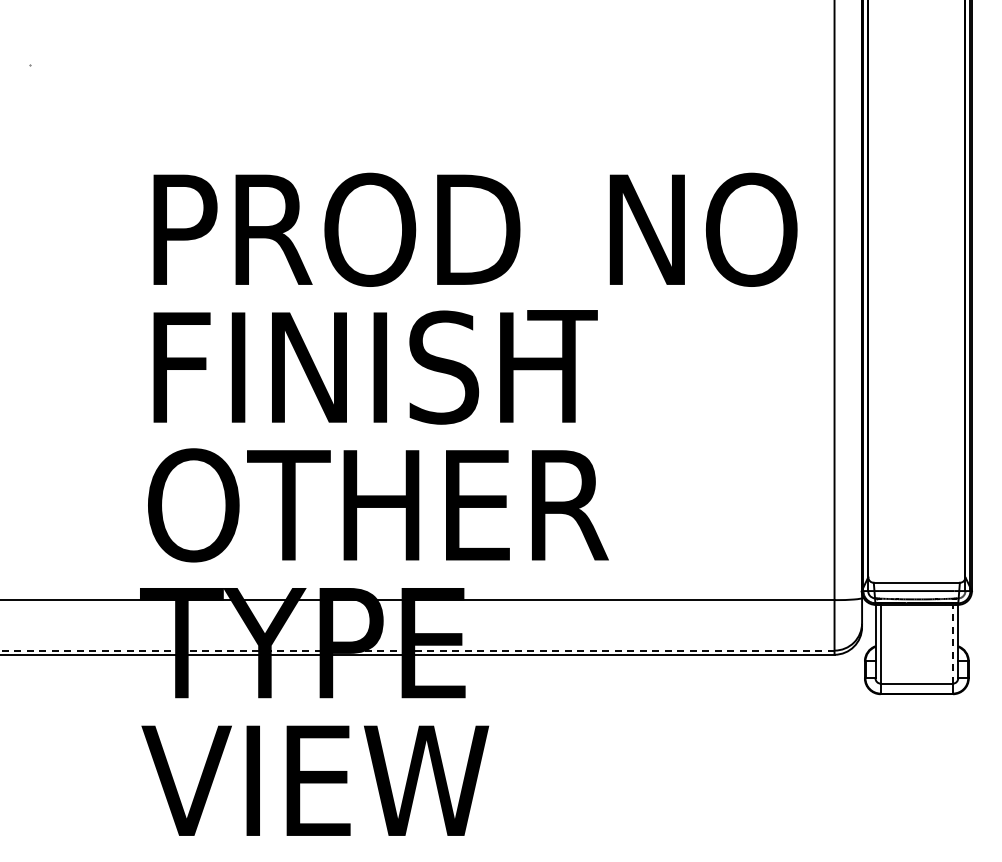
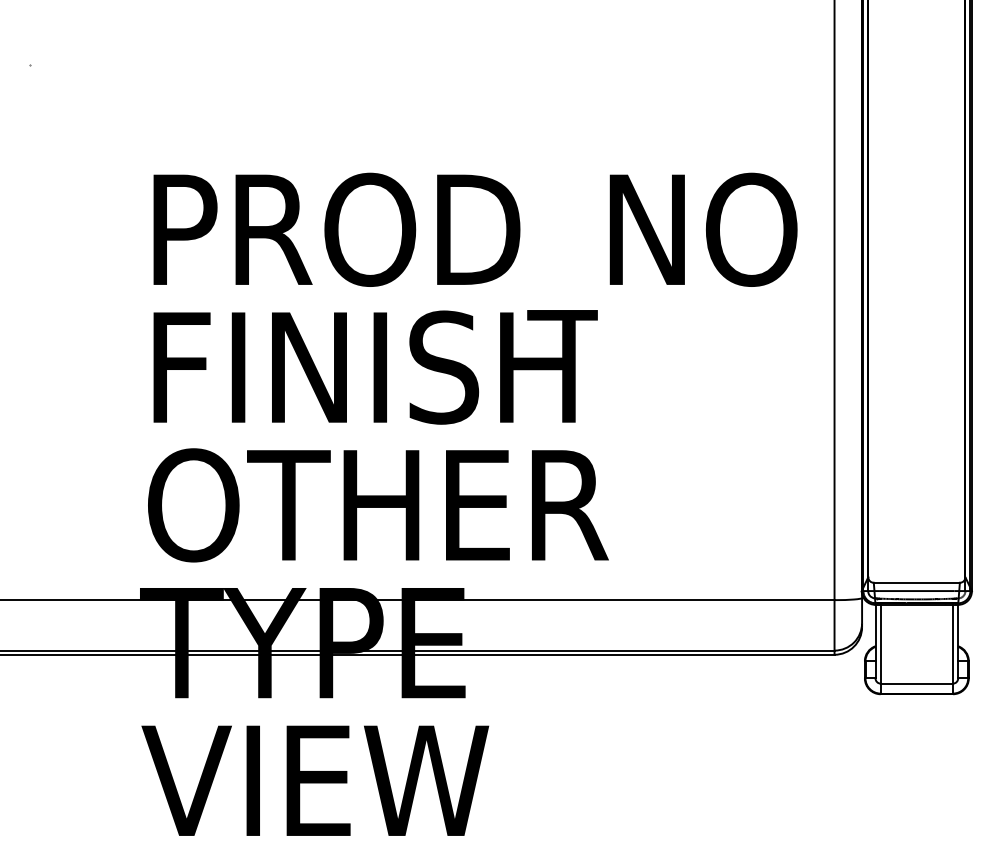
line at (952, 643): dashed -> solid
line at (417, 650): dashed -> solid
